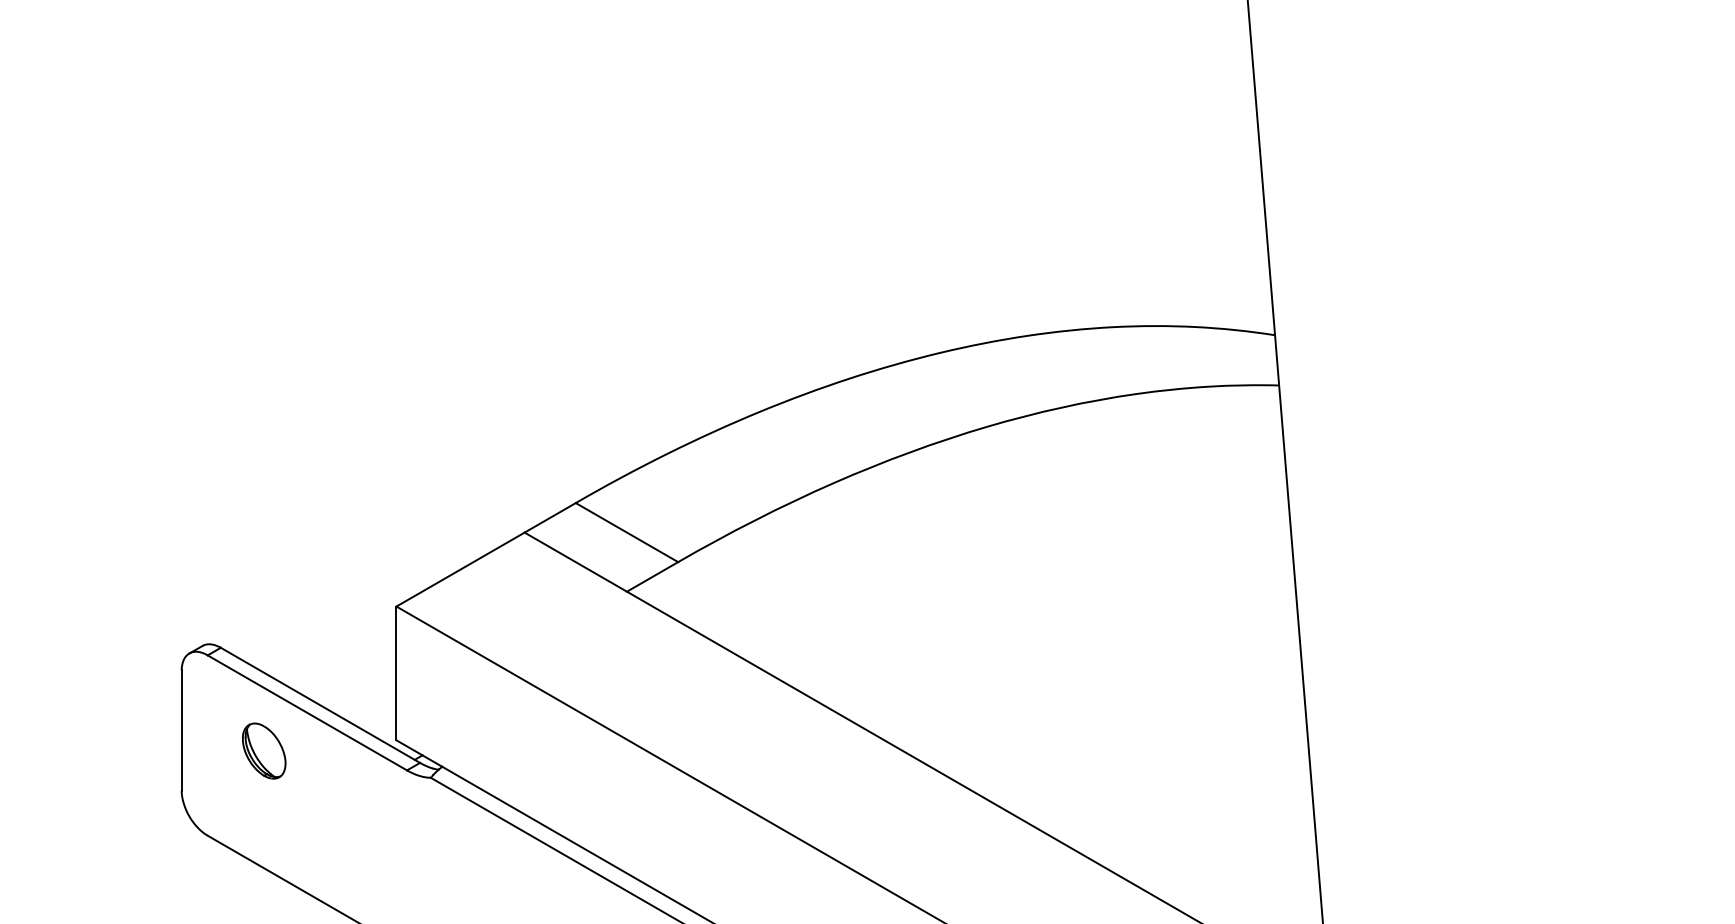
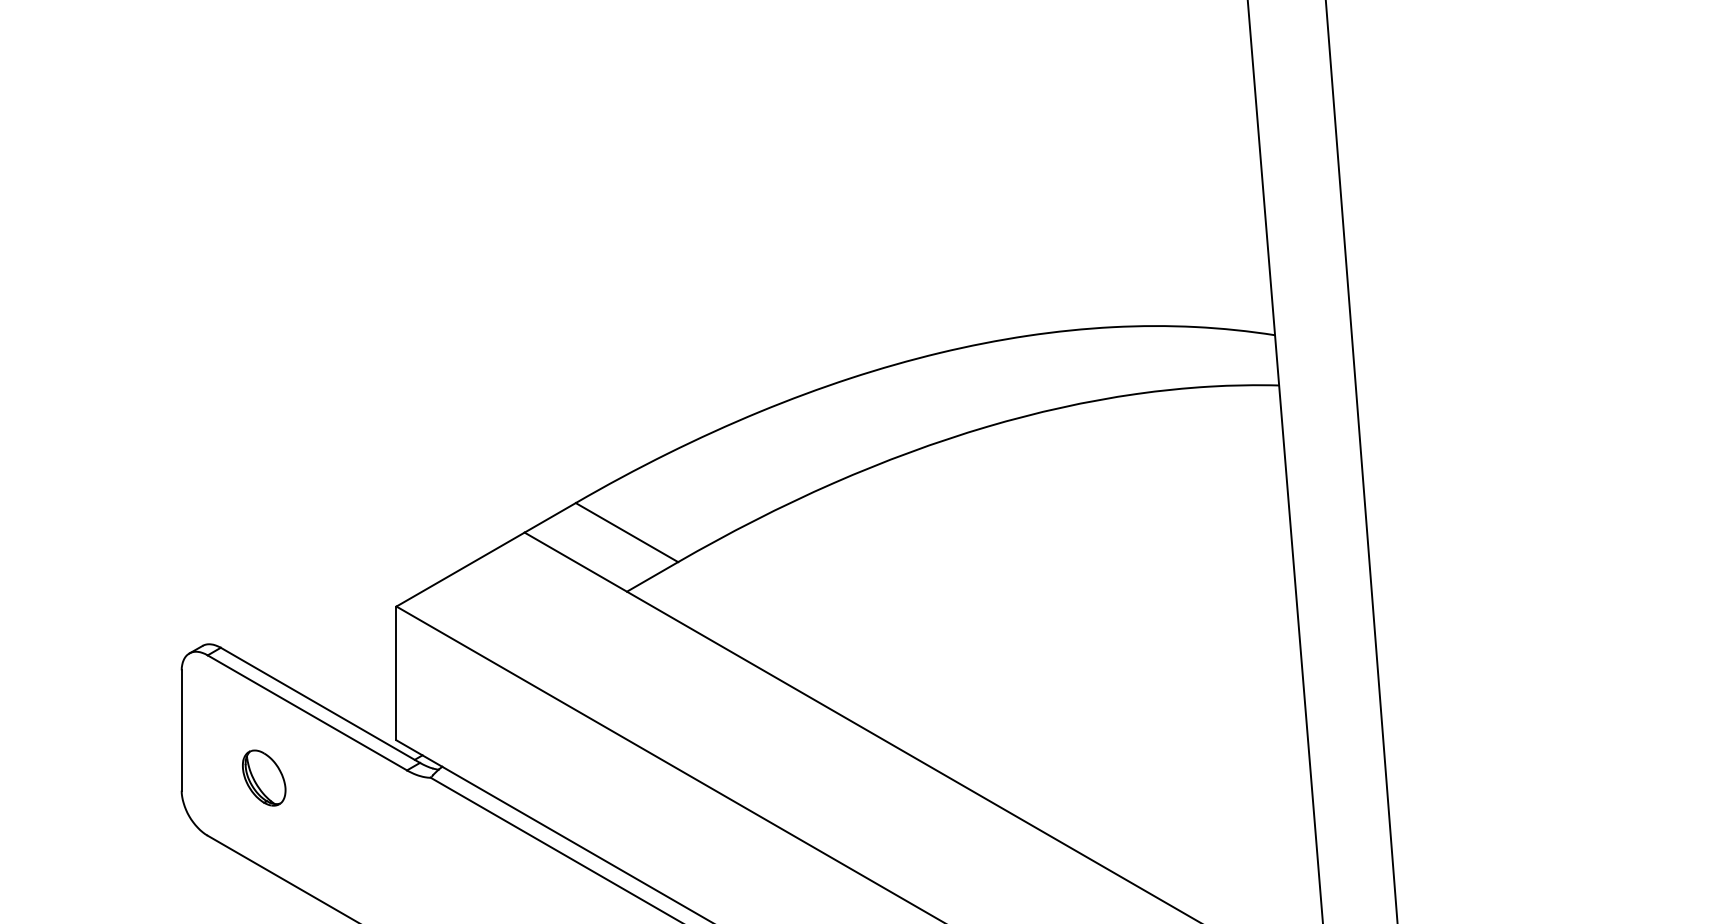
line at (1361, 461): none -> present
part at (264, 750) position: (264, 750) -> (264, 777)
